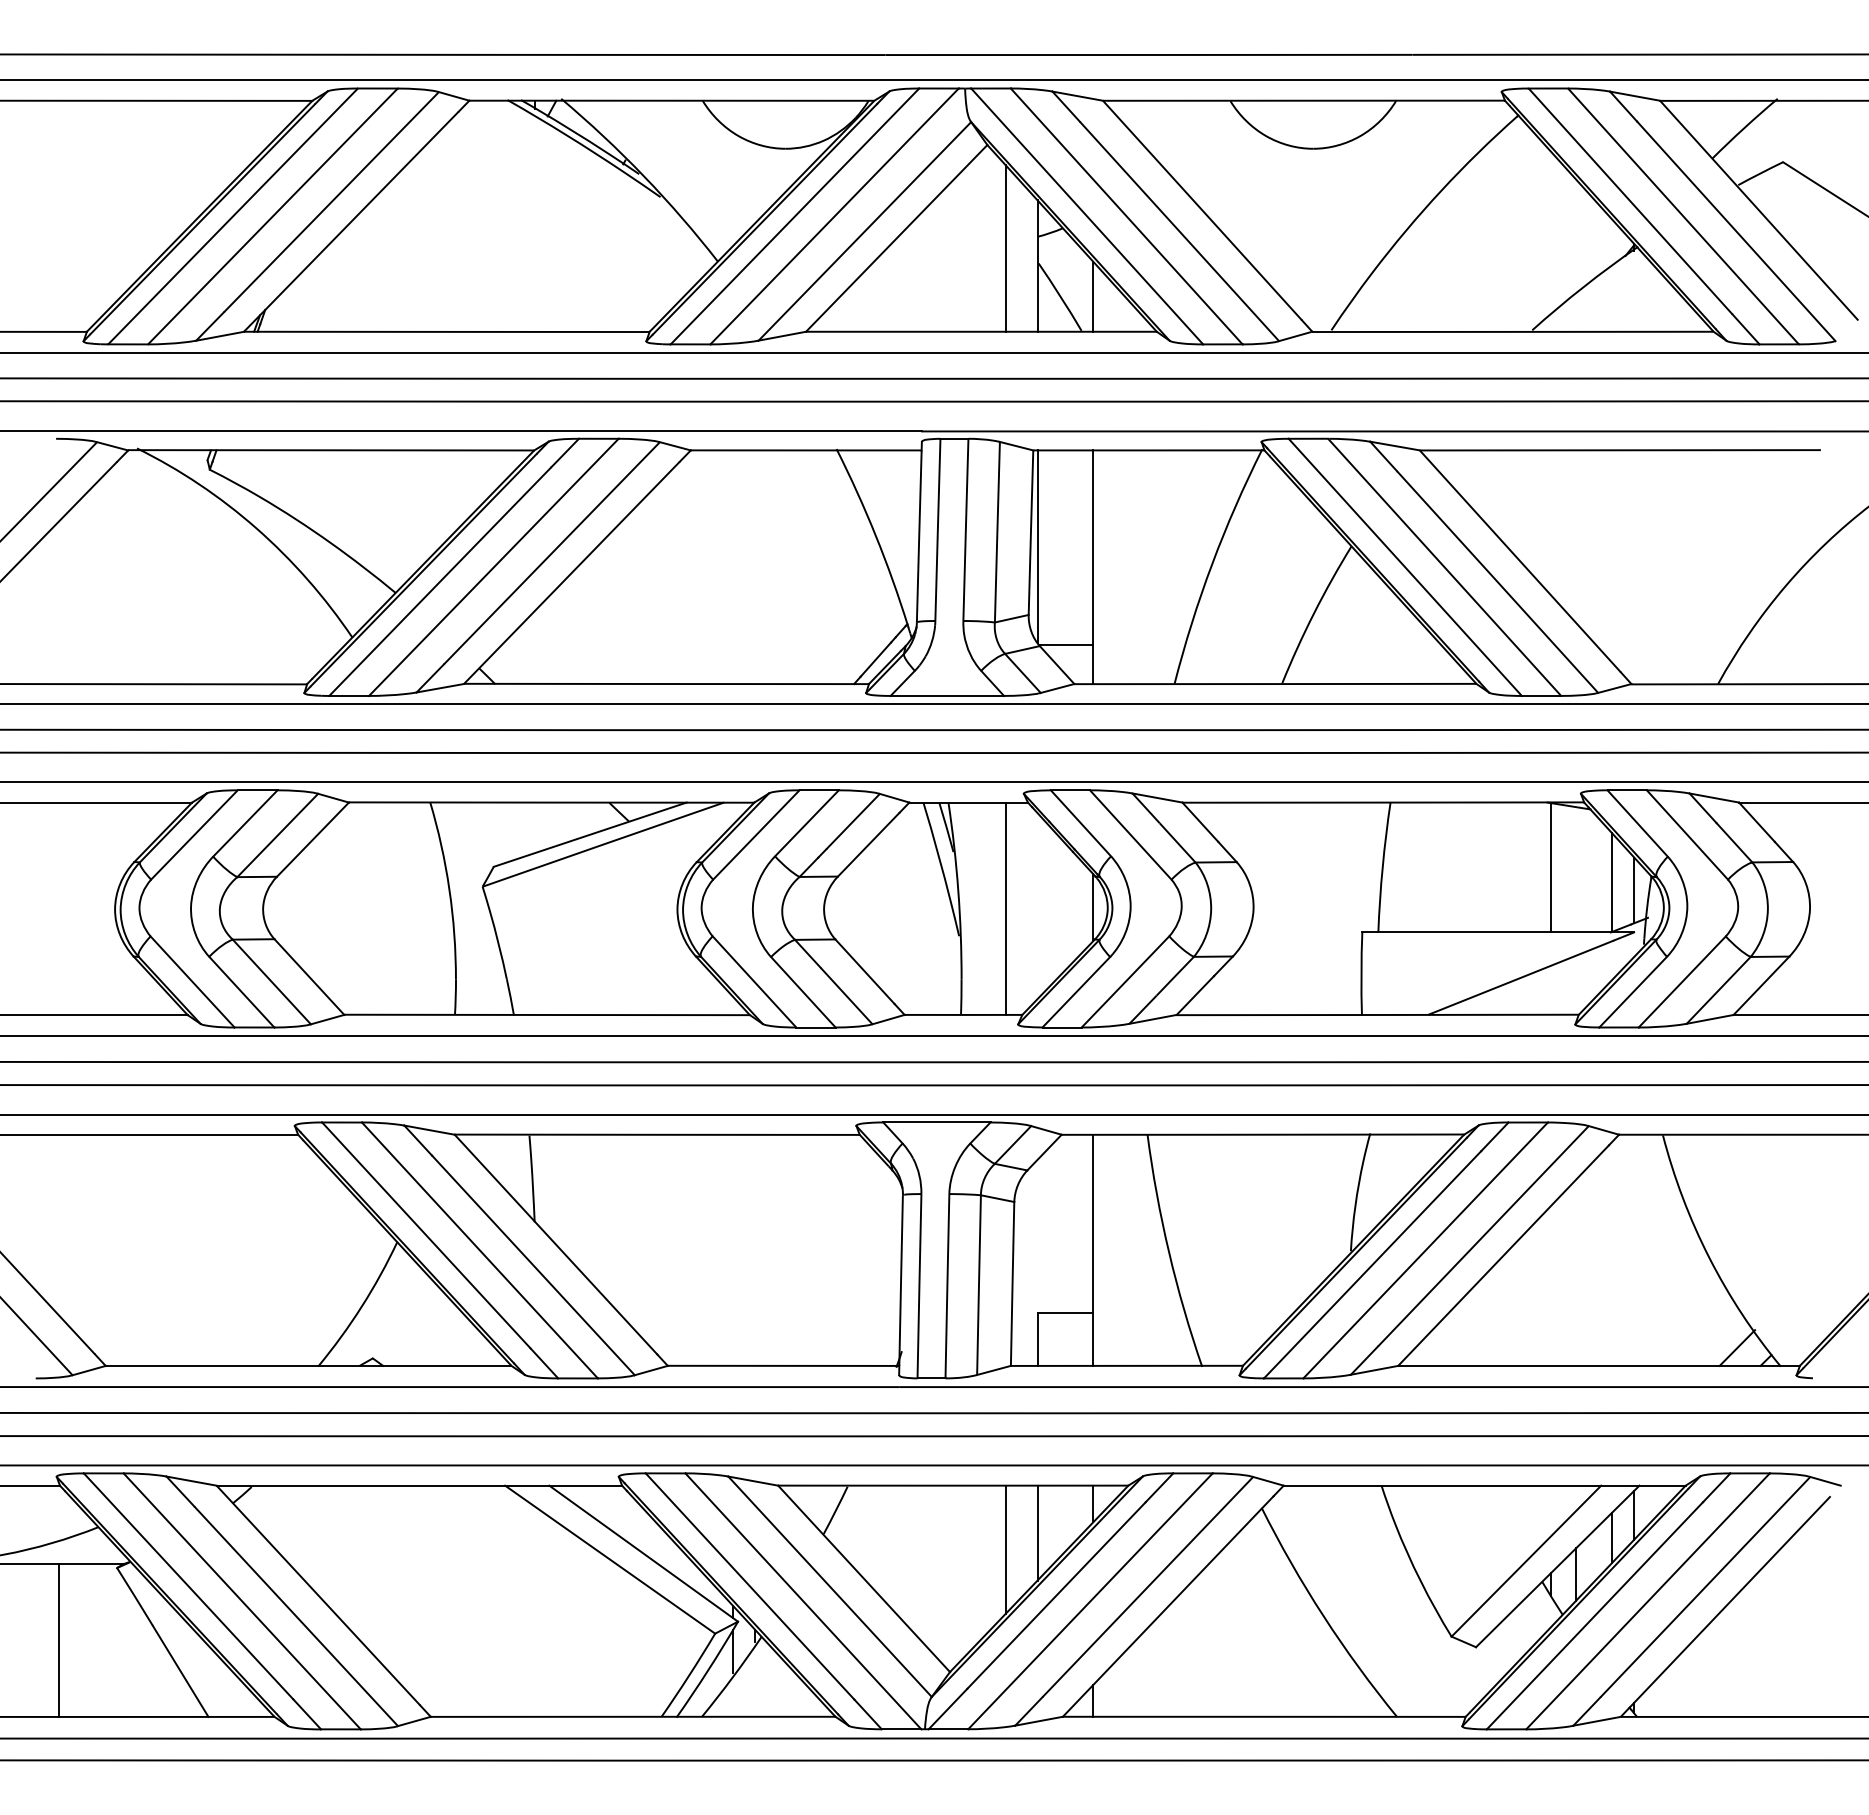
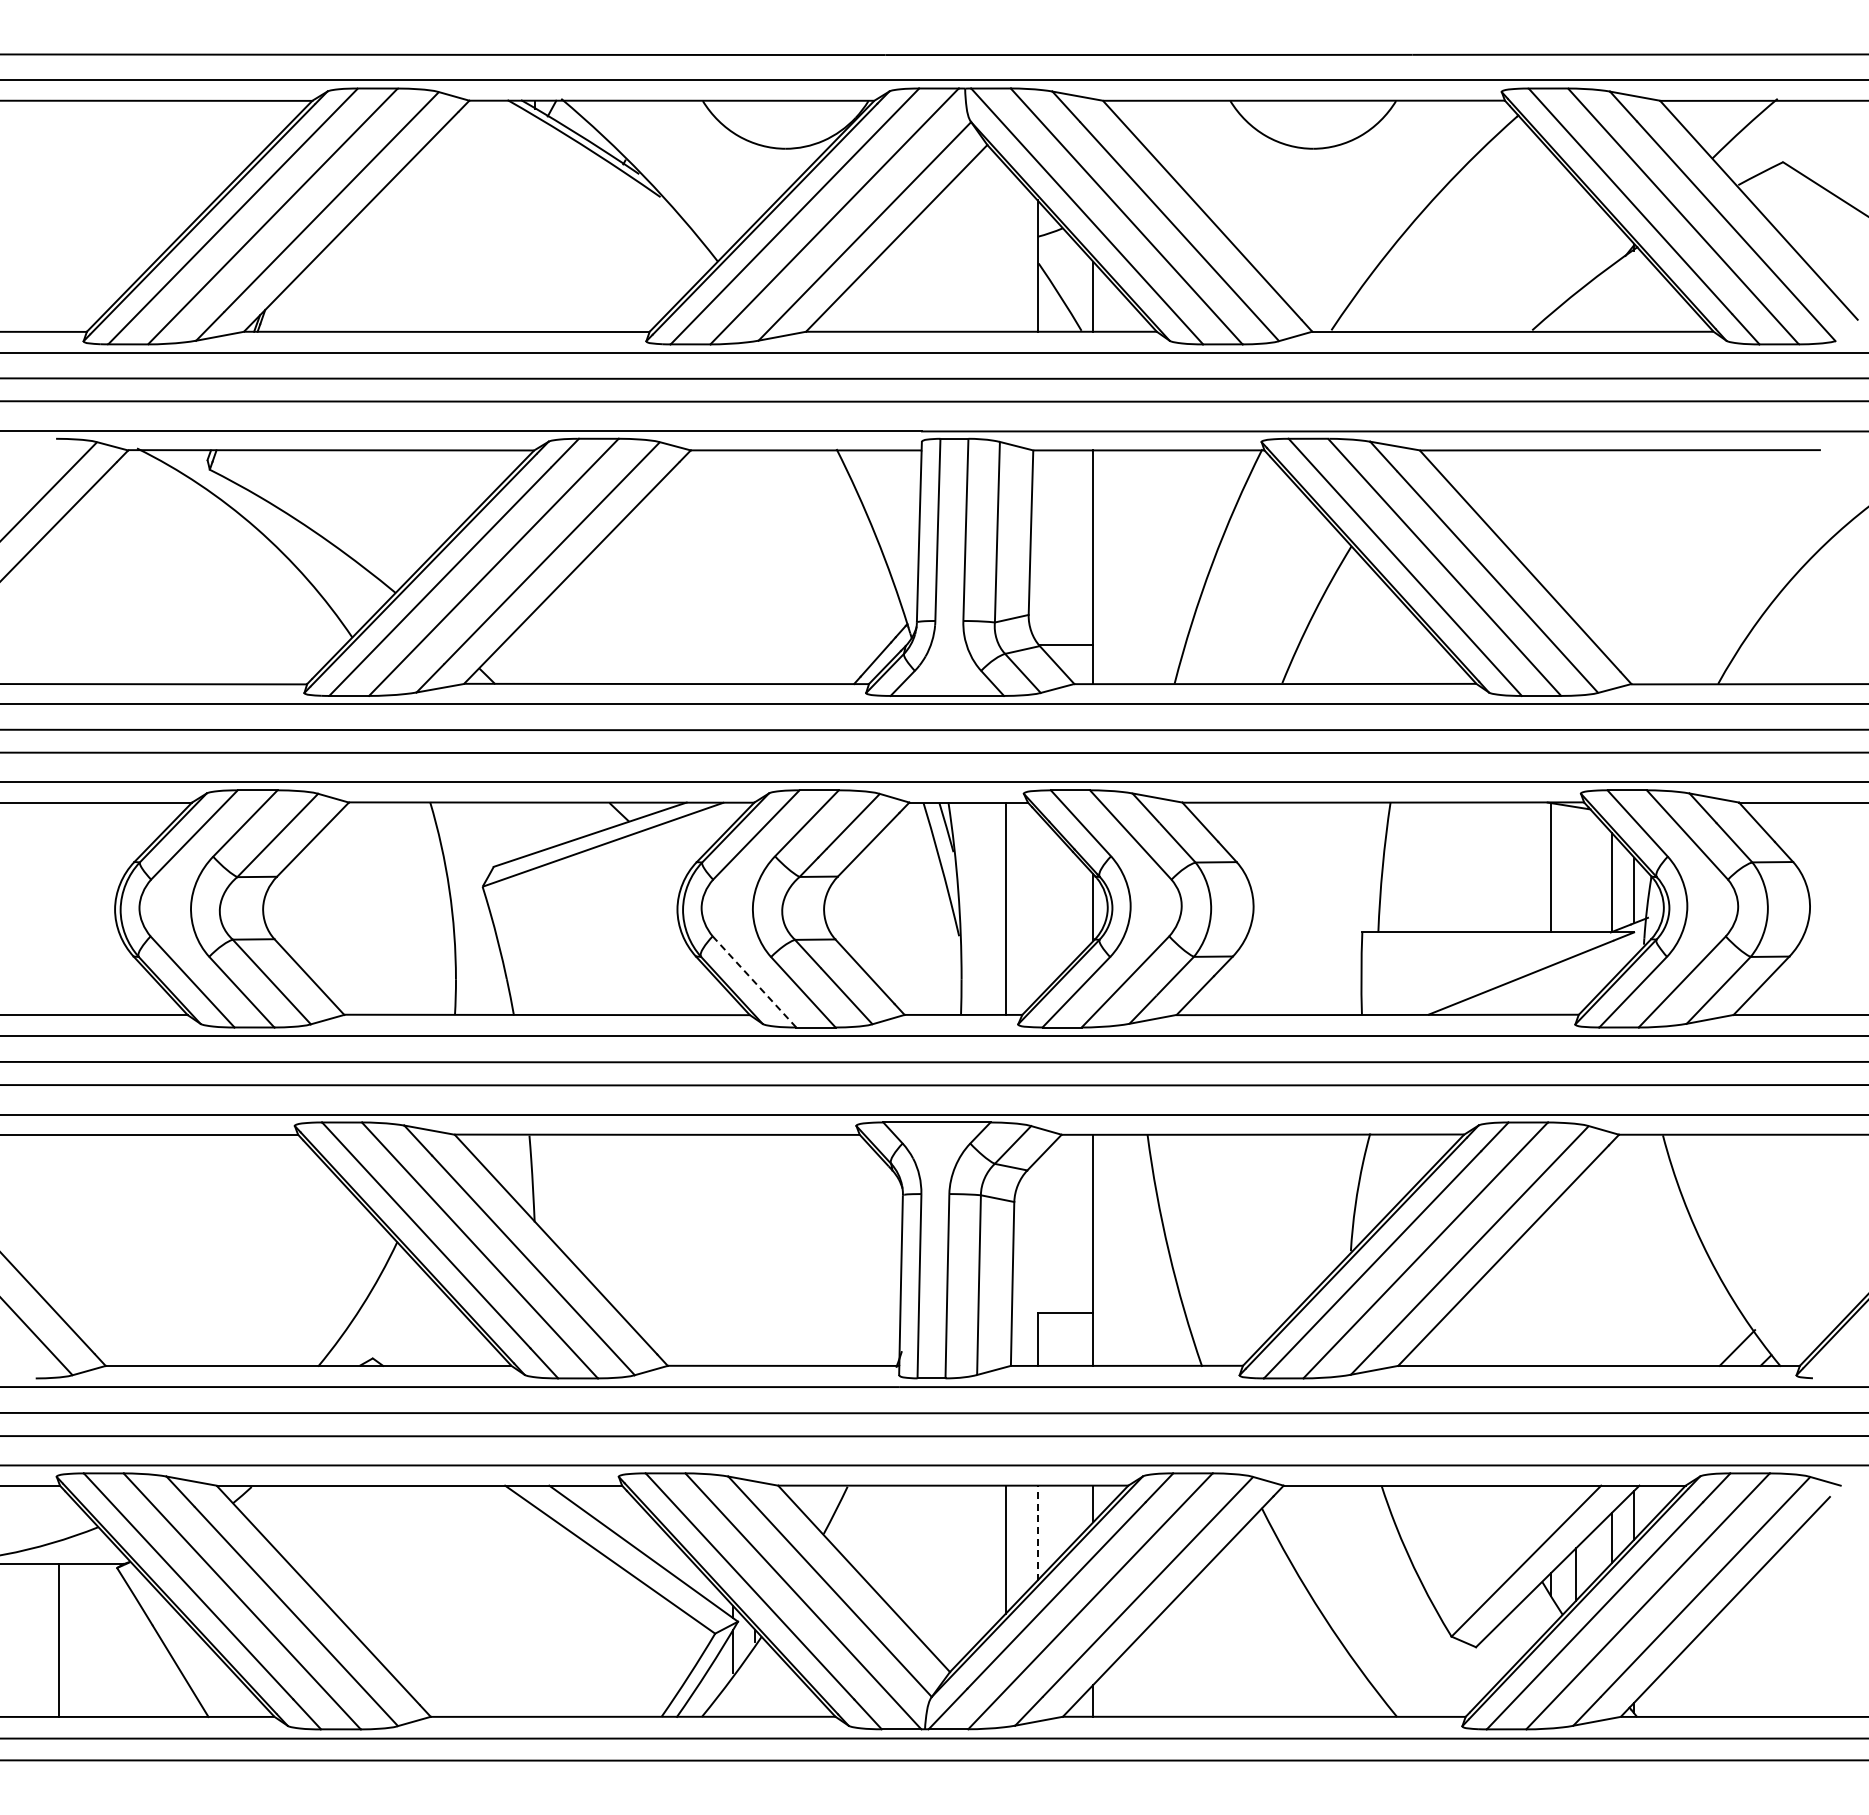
line at (1005, 248): present -> none
line at (1037, 546): present -> none
line at (754, 981): solid -> dashed
line at (1037, 1532): solid -> dashed
